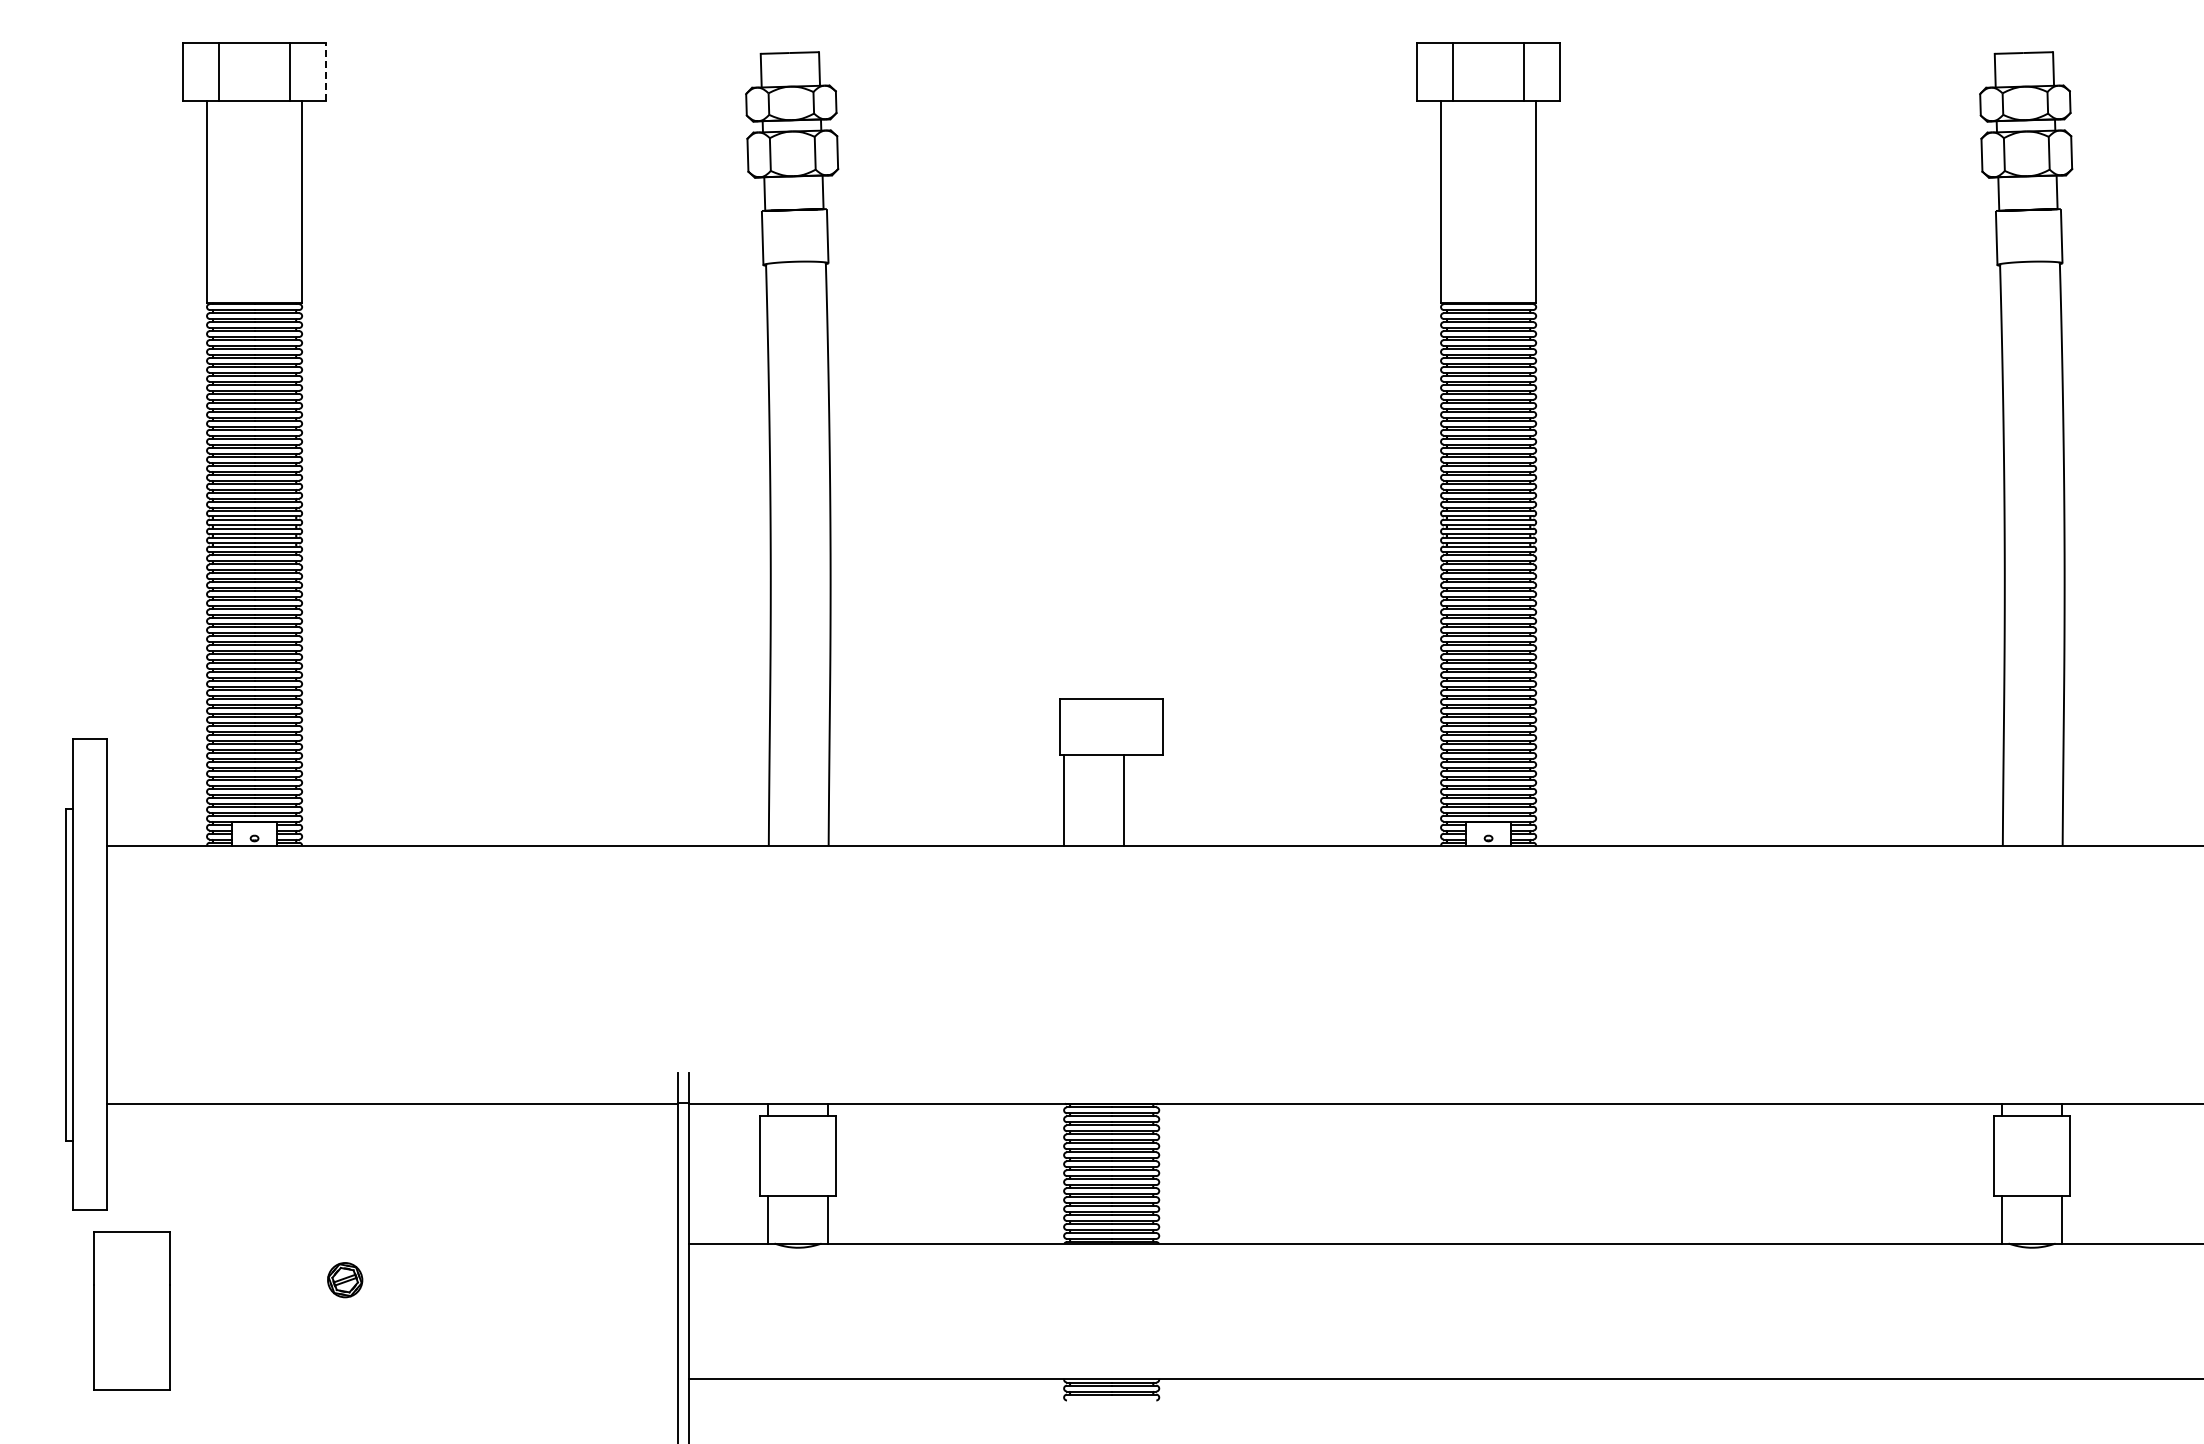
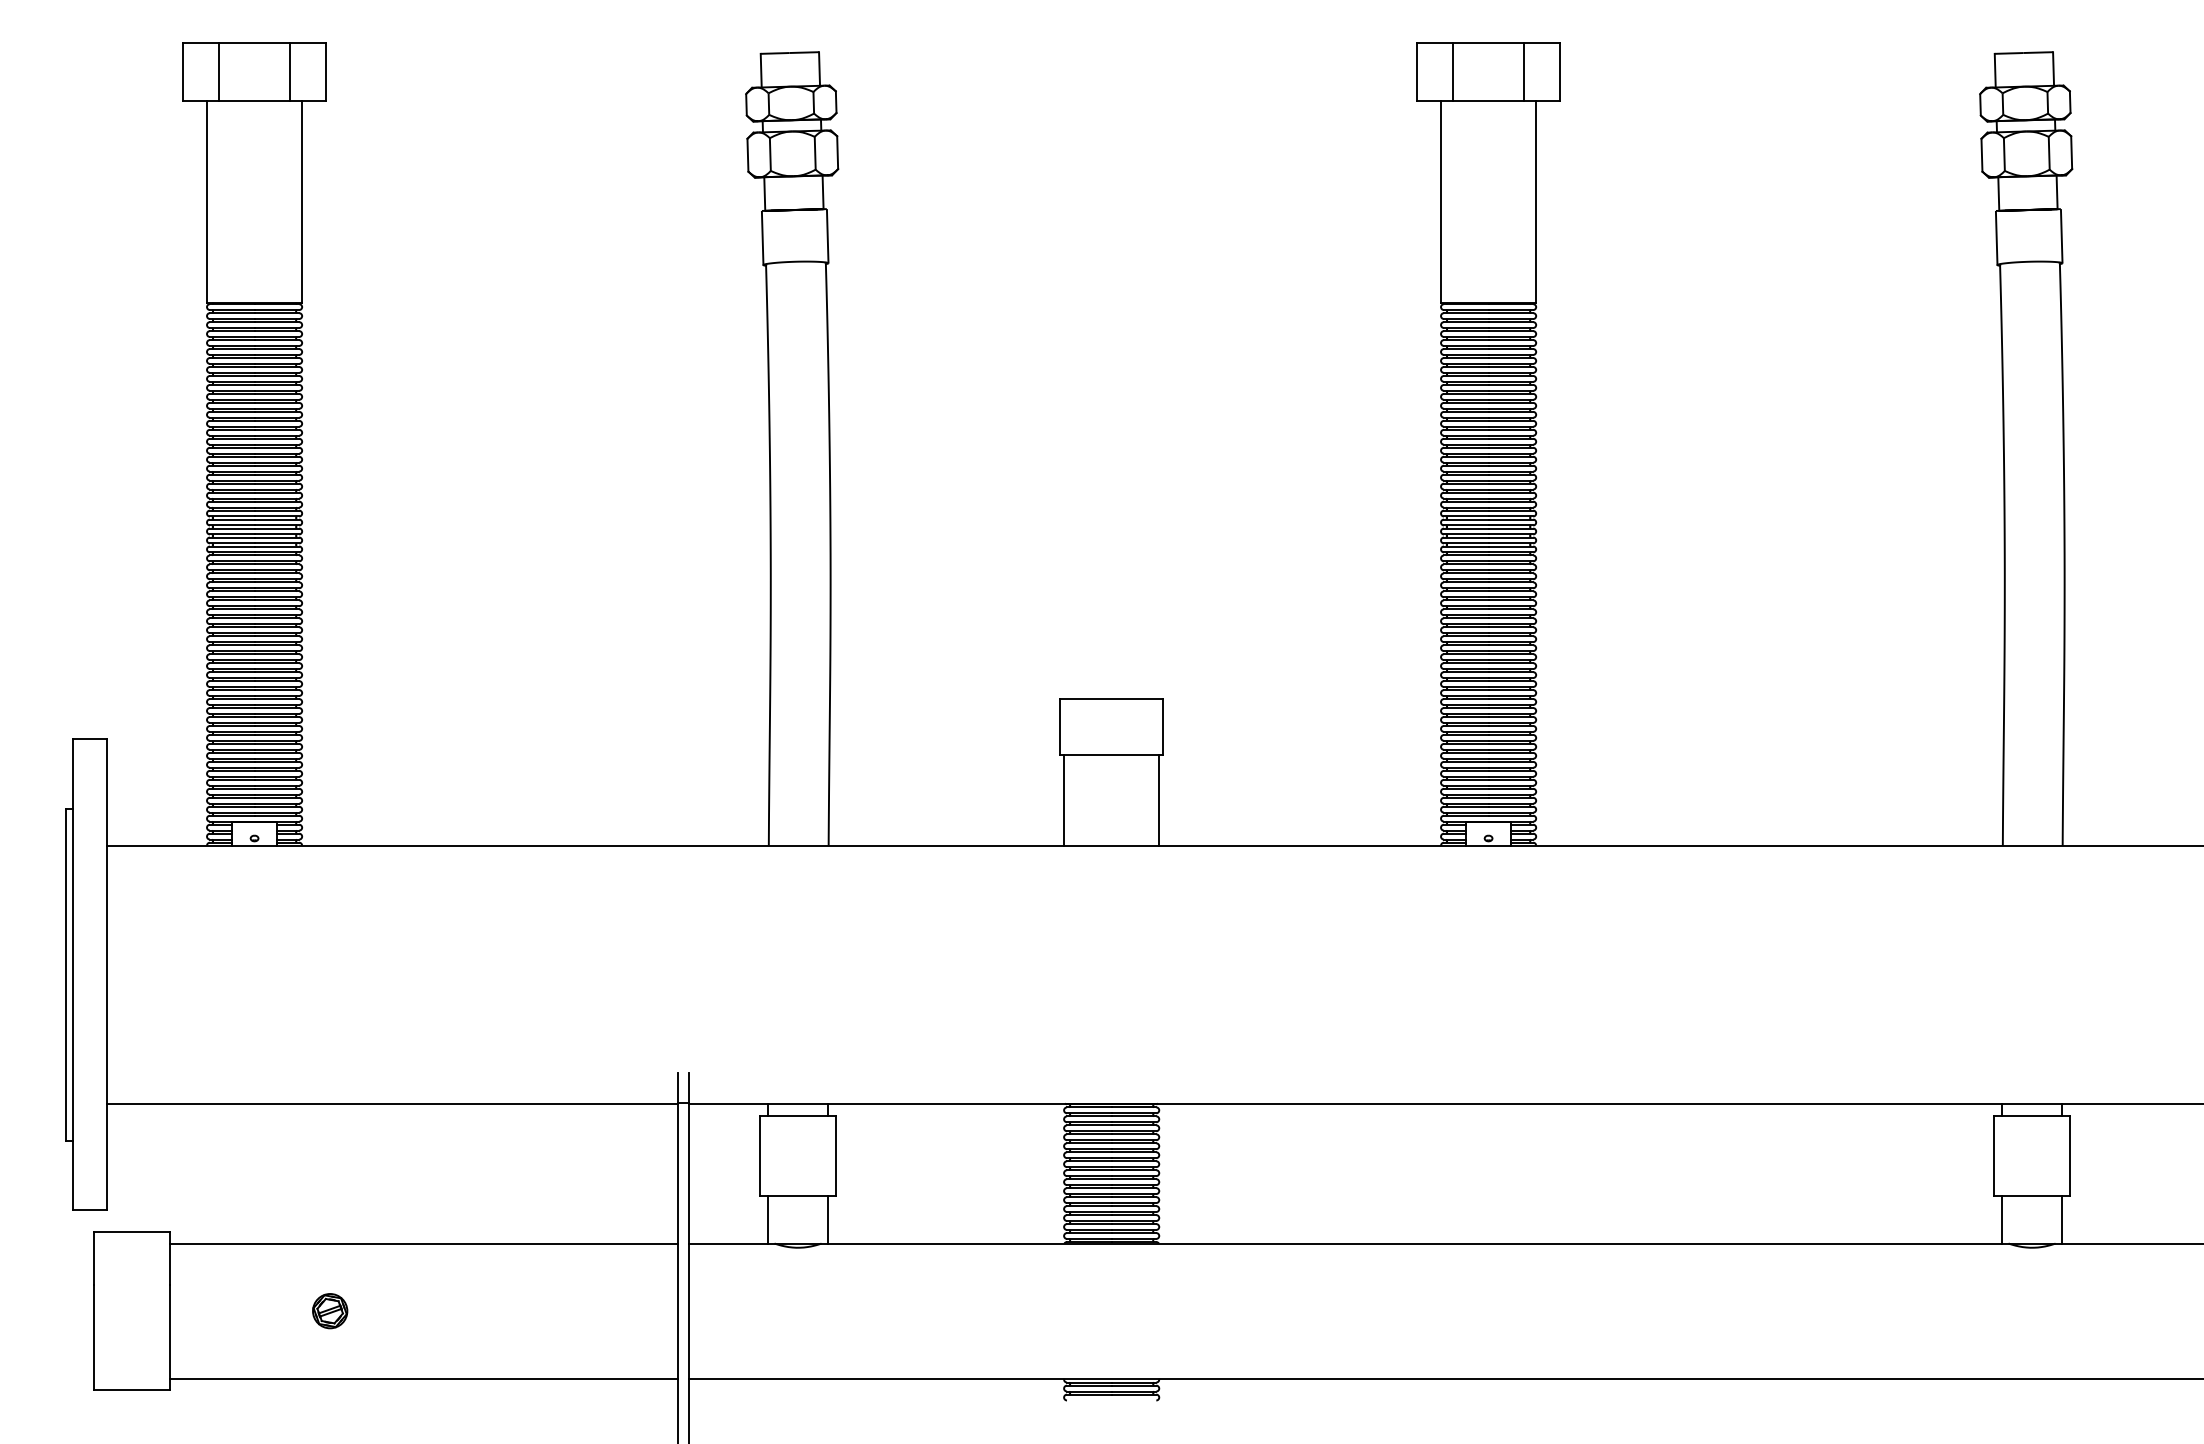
line at (325, 72): dashed -> solid
line at (1124, 799) position: (1124, 799) -> (1159, 799)
line at (423, 1243): none -> present
part at (345, 1280) position: (345, 1280) -> (330, 1311)
line at (423, 1378): none -> present
